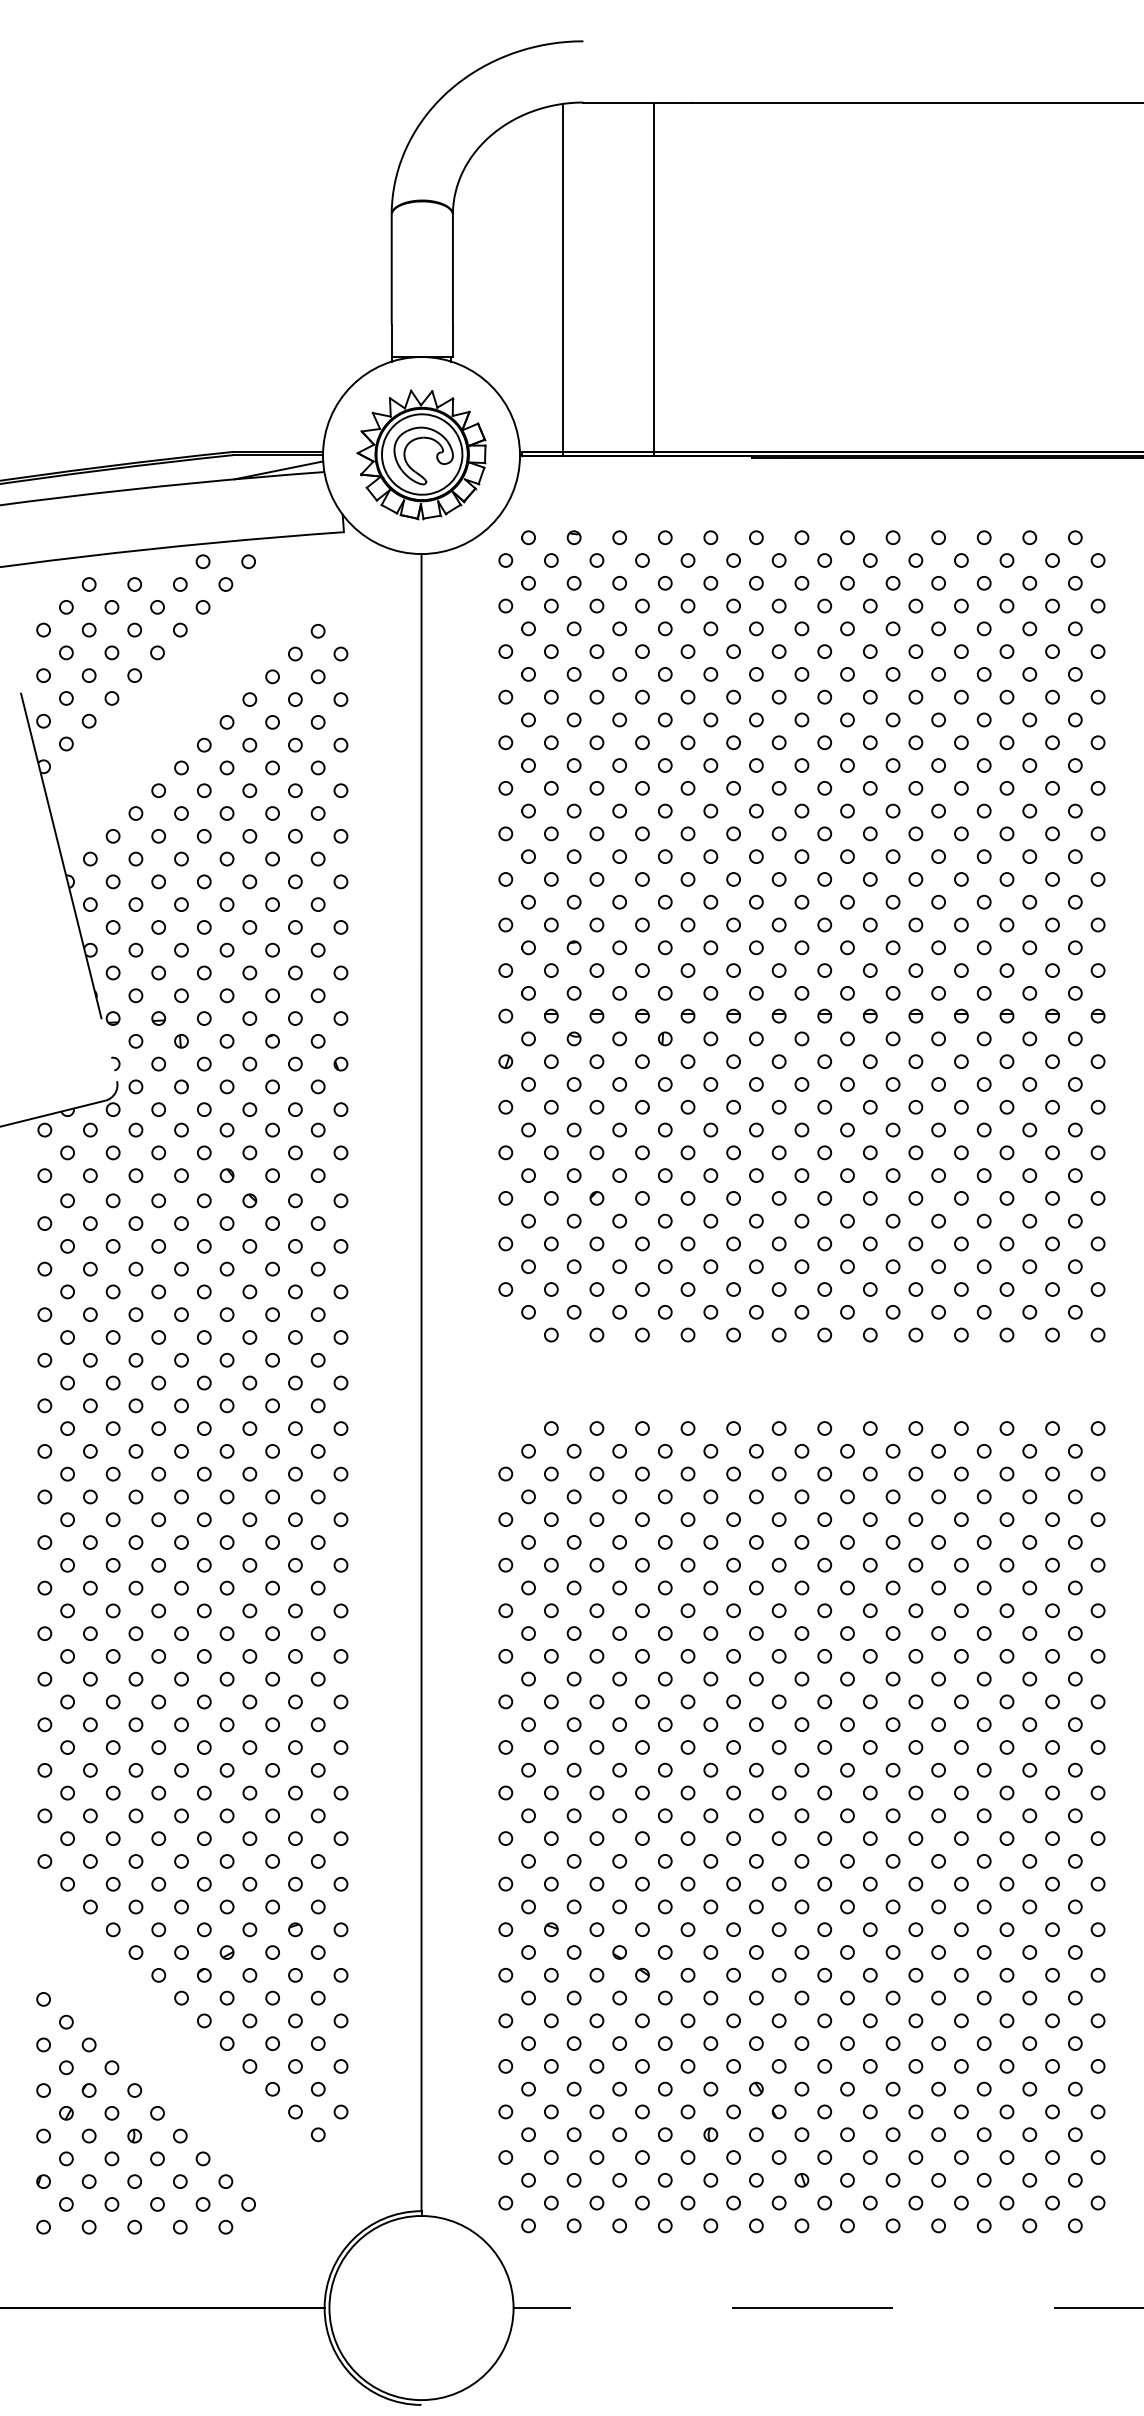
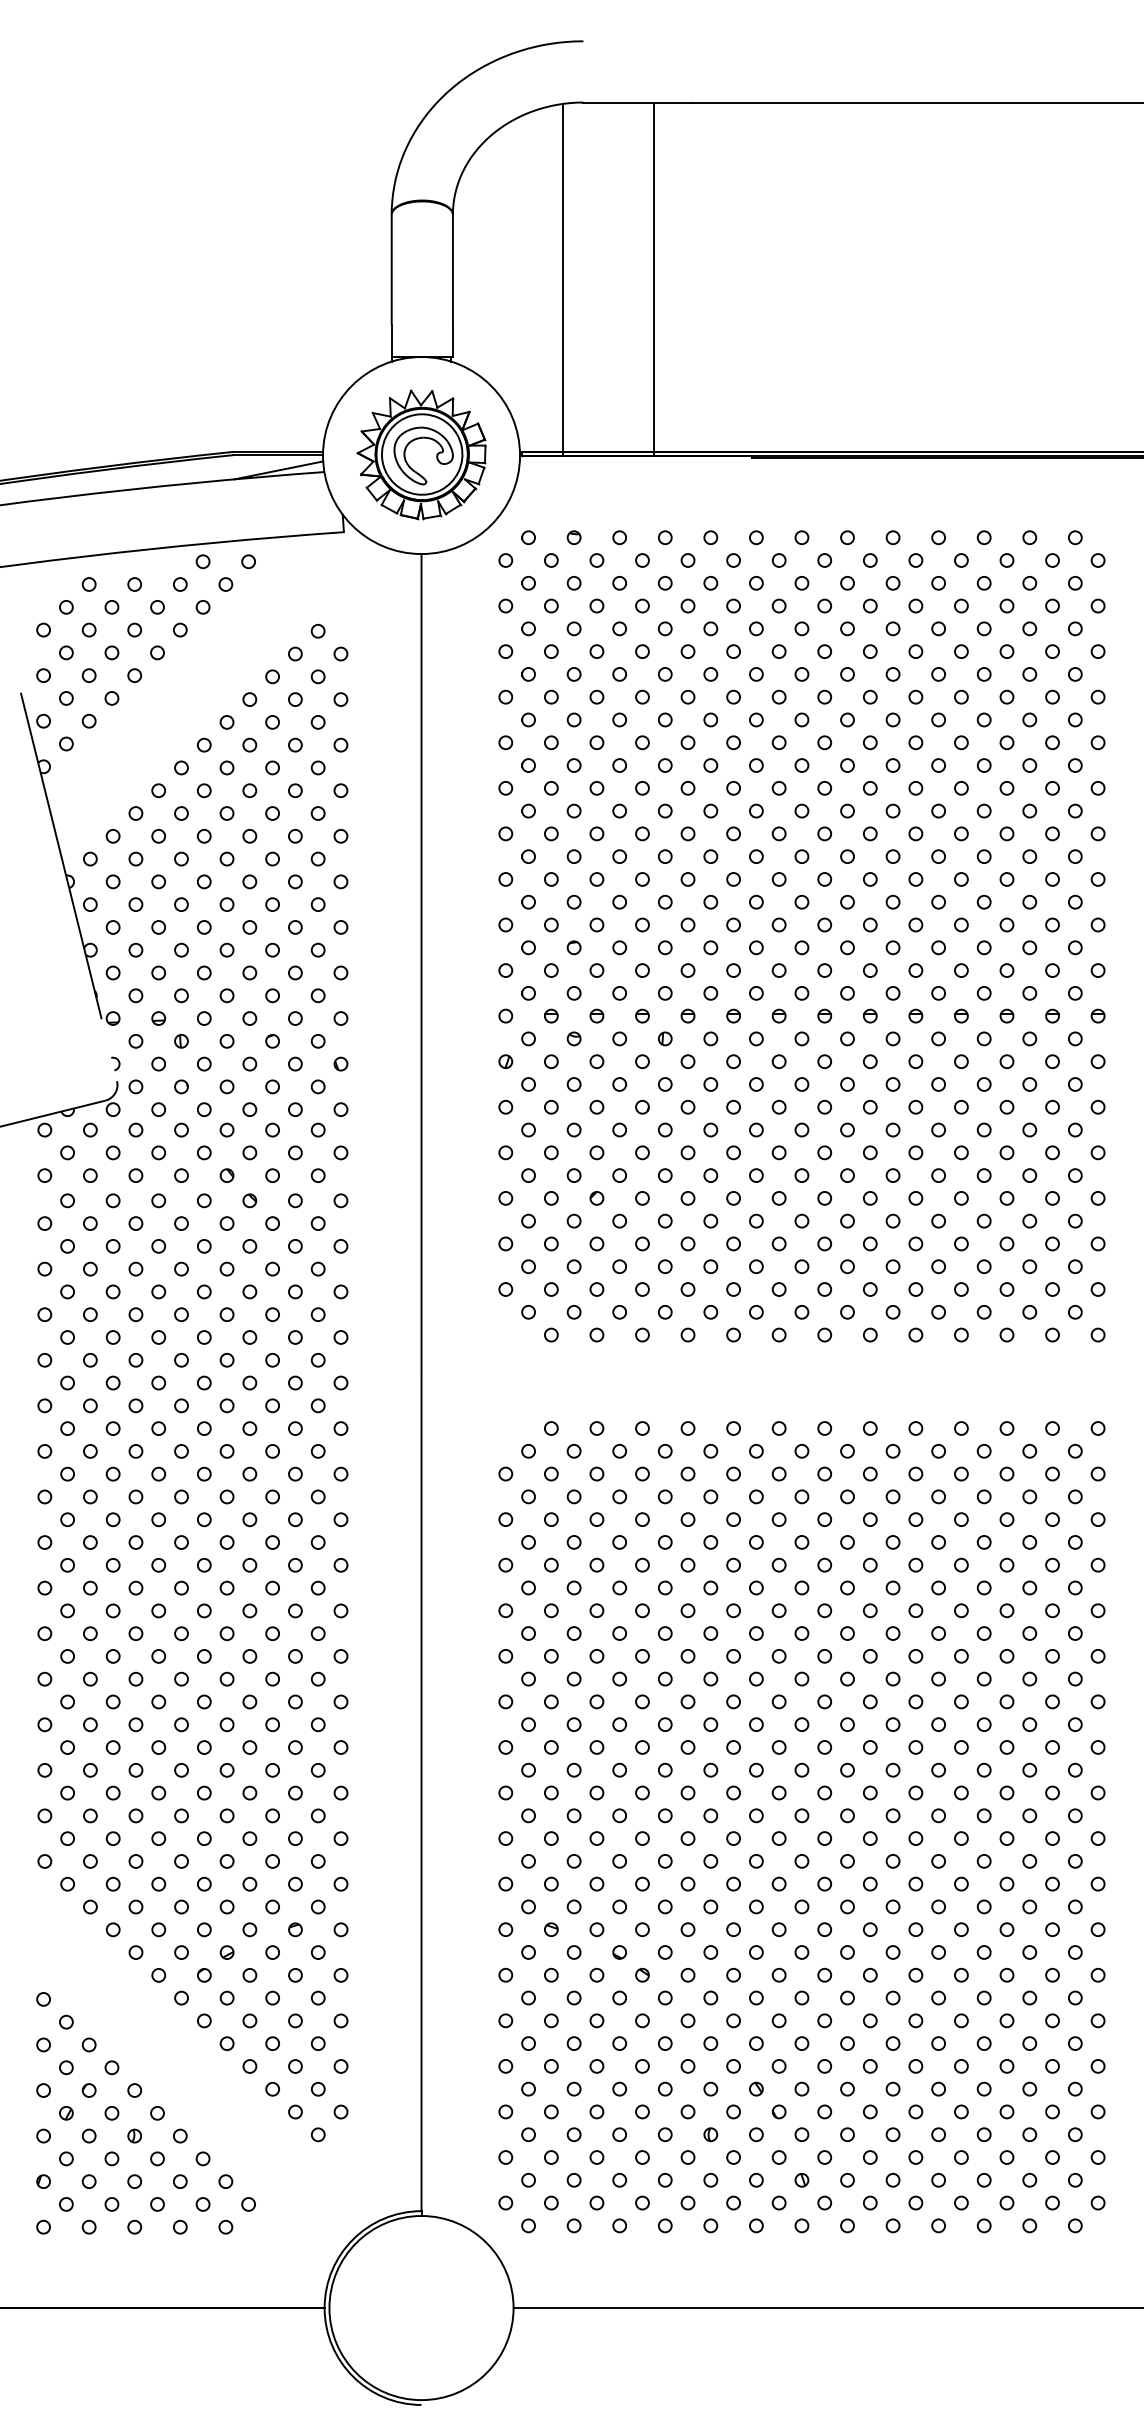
line at (828, 2308): dashed -> solid
